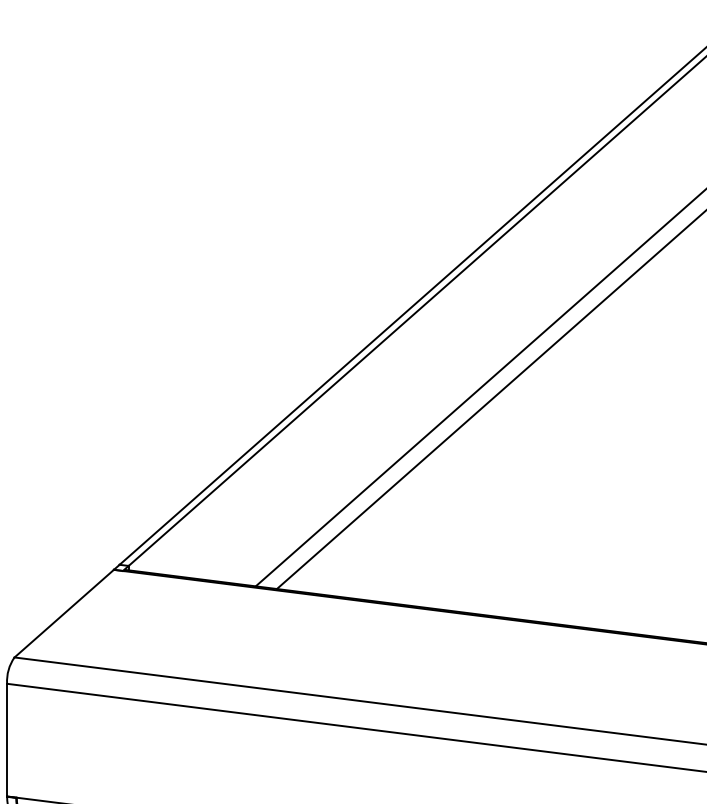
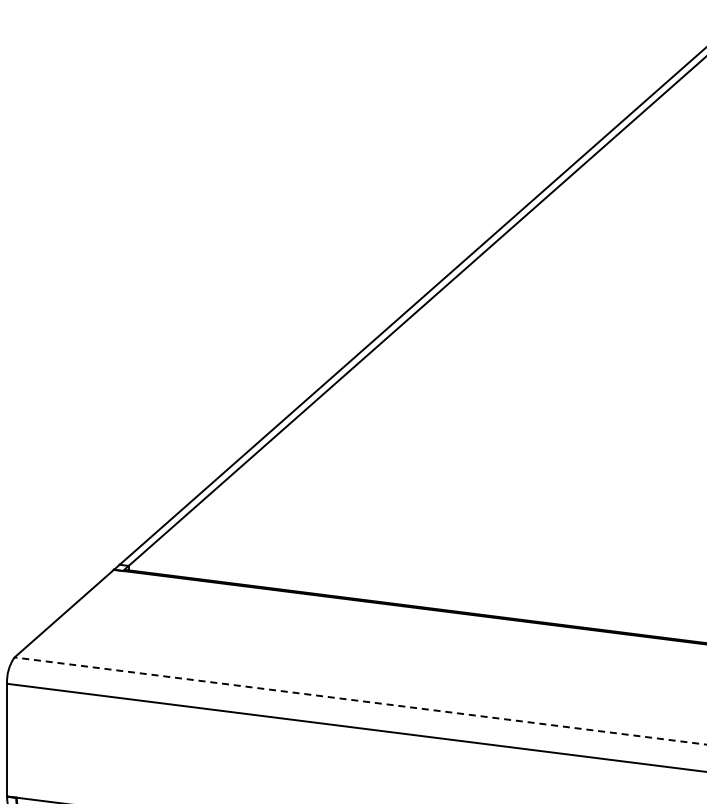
line at (479, 388): present -> none
line at (489, 400): present -> none
line at (360, 701): solid -> dashed
